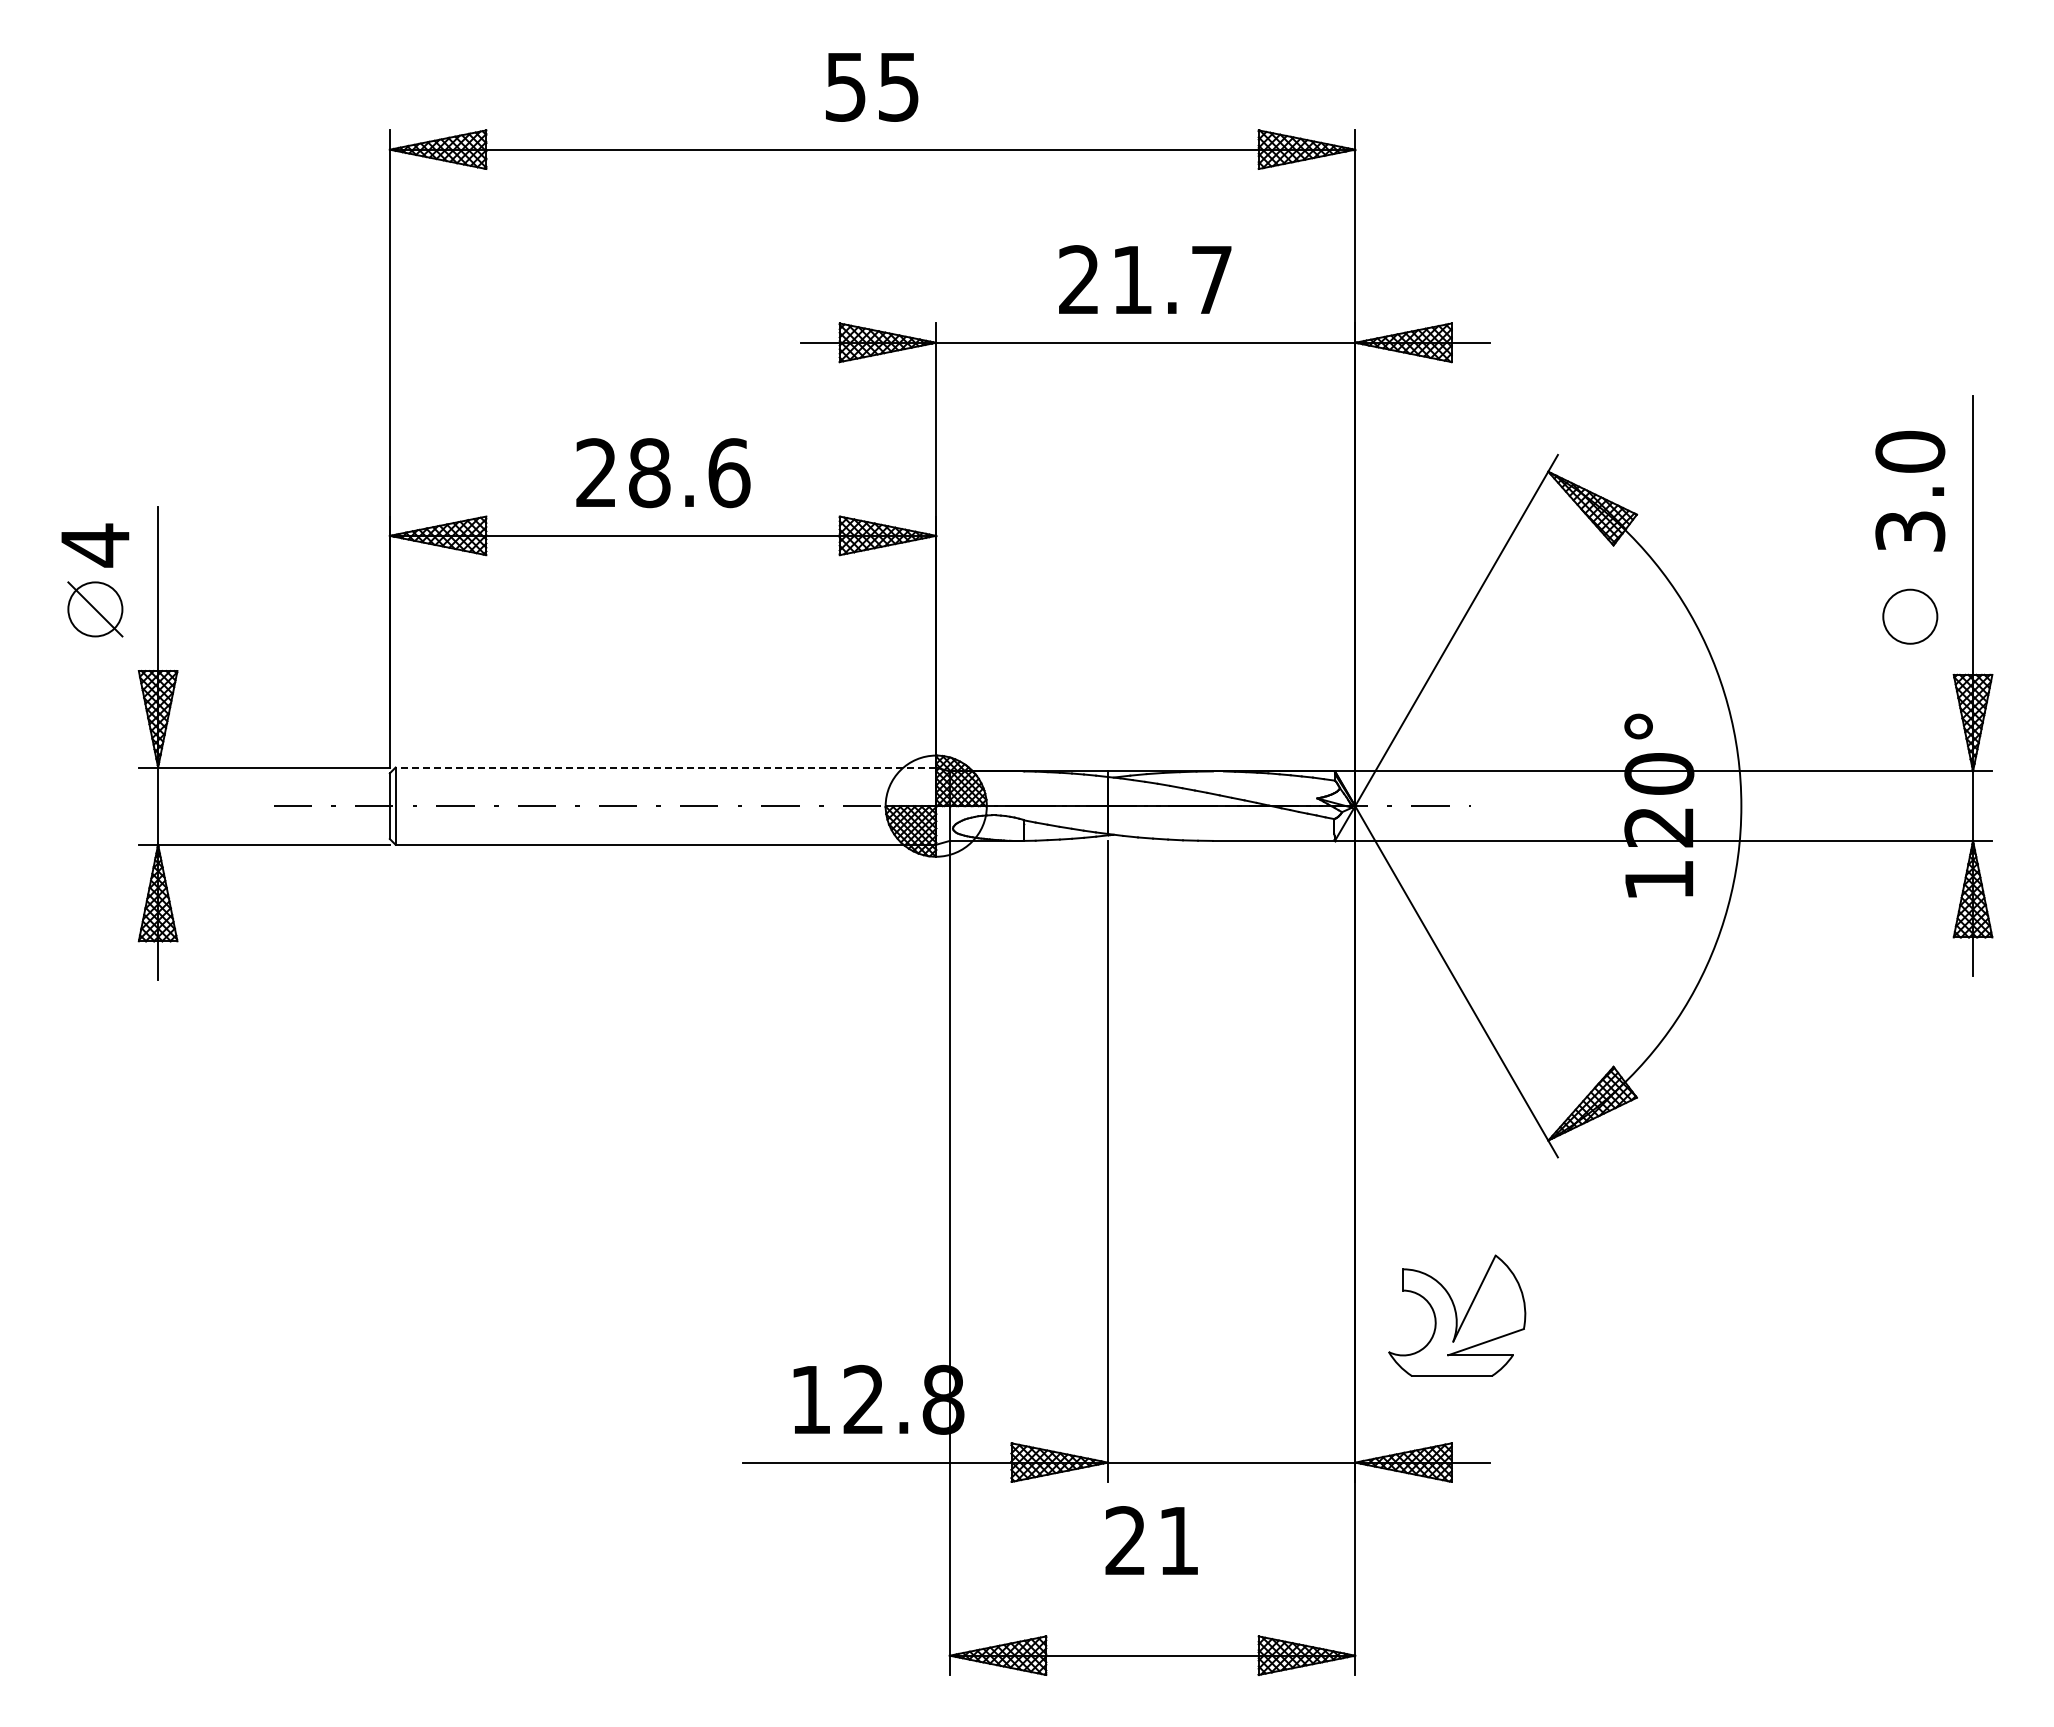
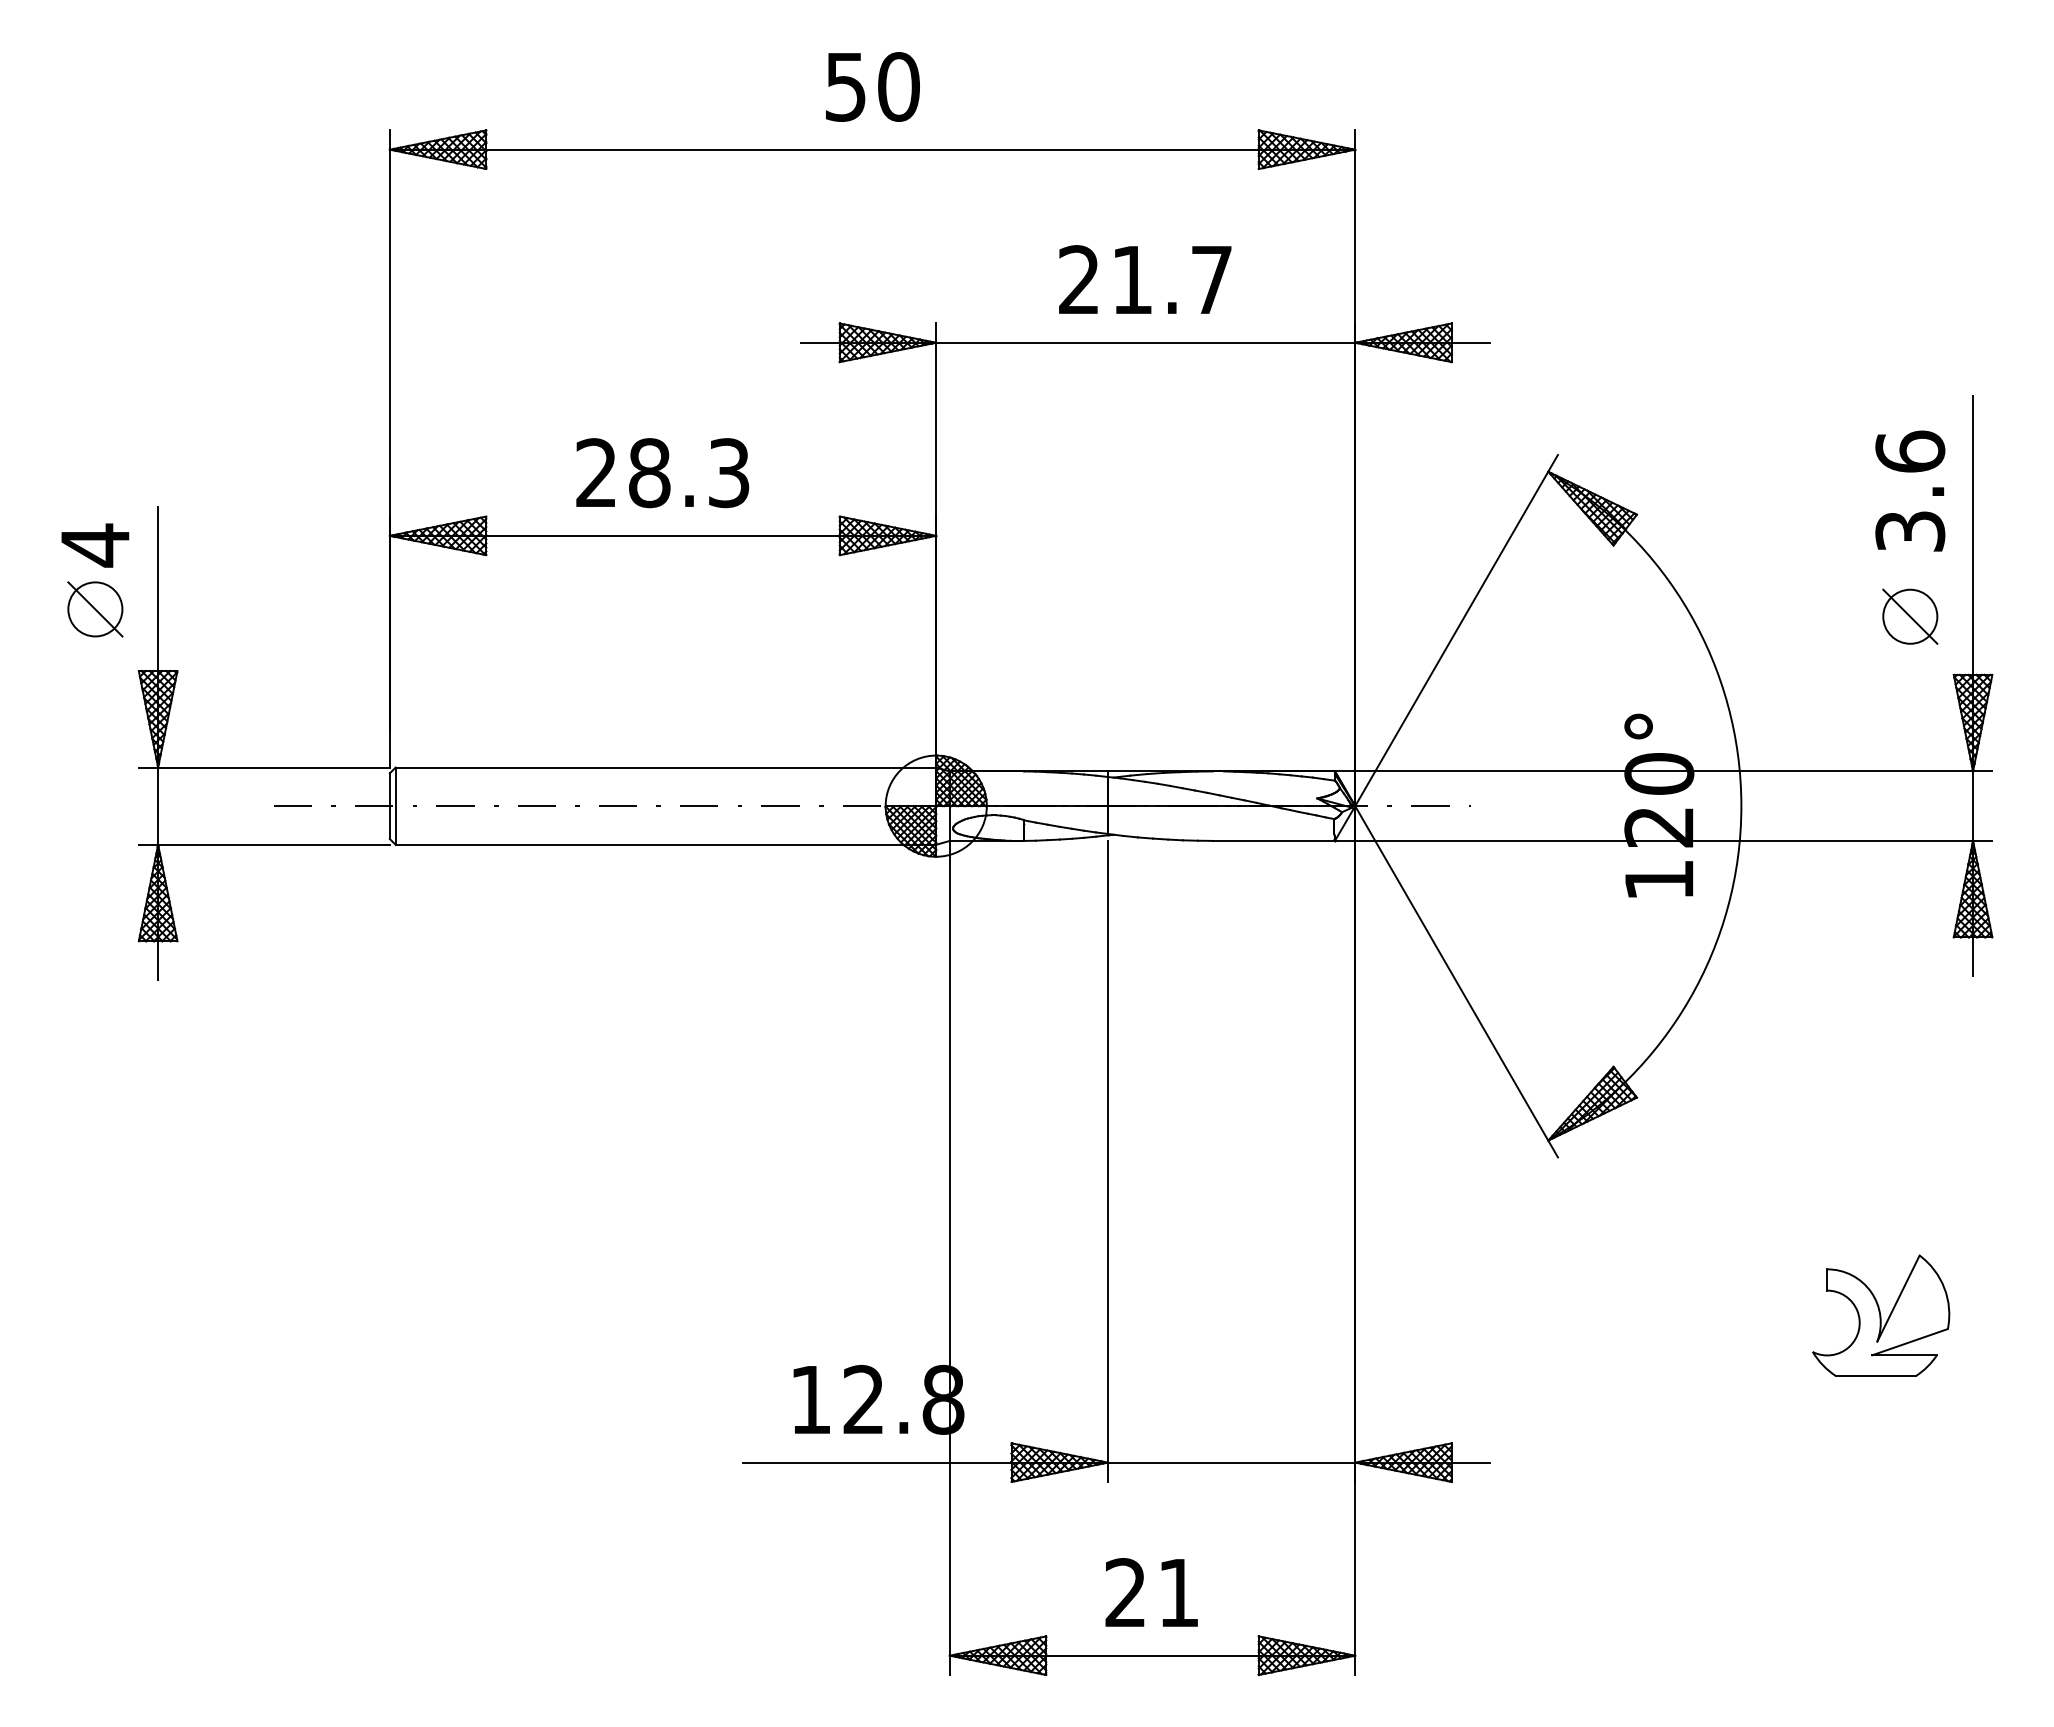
text at (898, 86): 55 -> 50
text at (1910, 451): 3.0 -> 3.6
text at (729, 473): 28.6 -> 28.3
line at (1910, 616): none -> present
line at (665, 767): dashed -> solid
part at (1457, 1315) position: (1457, 1315) -> (1881, 1315)
text at (1151, 1540) position: (1151, 1540) -> (1151, 1592)
